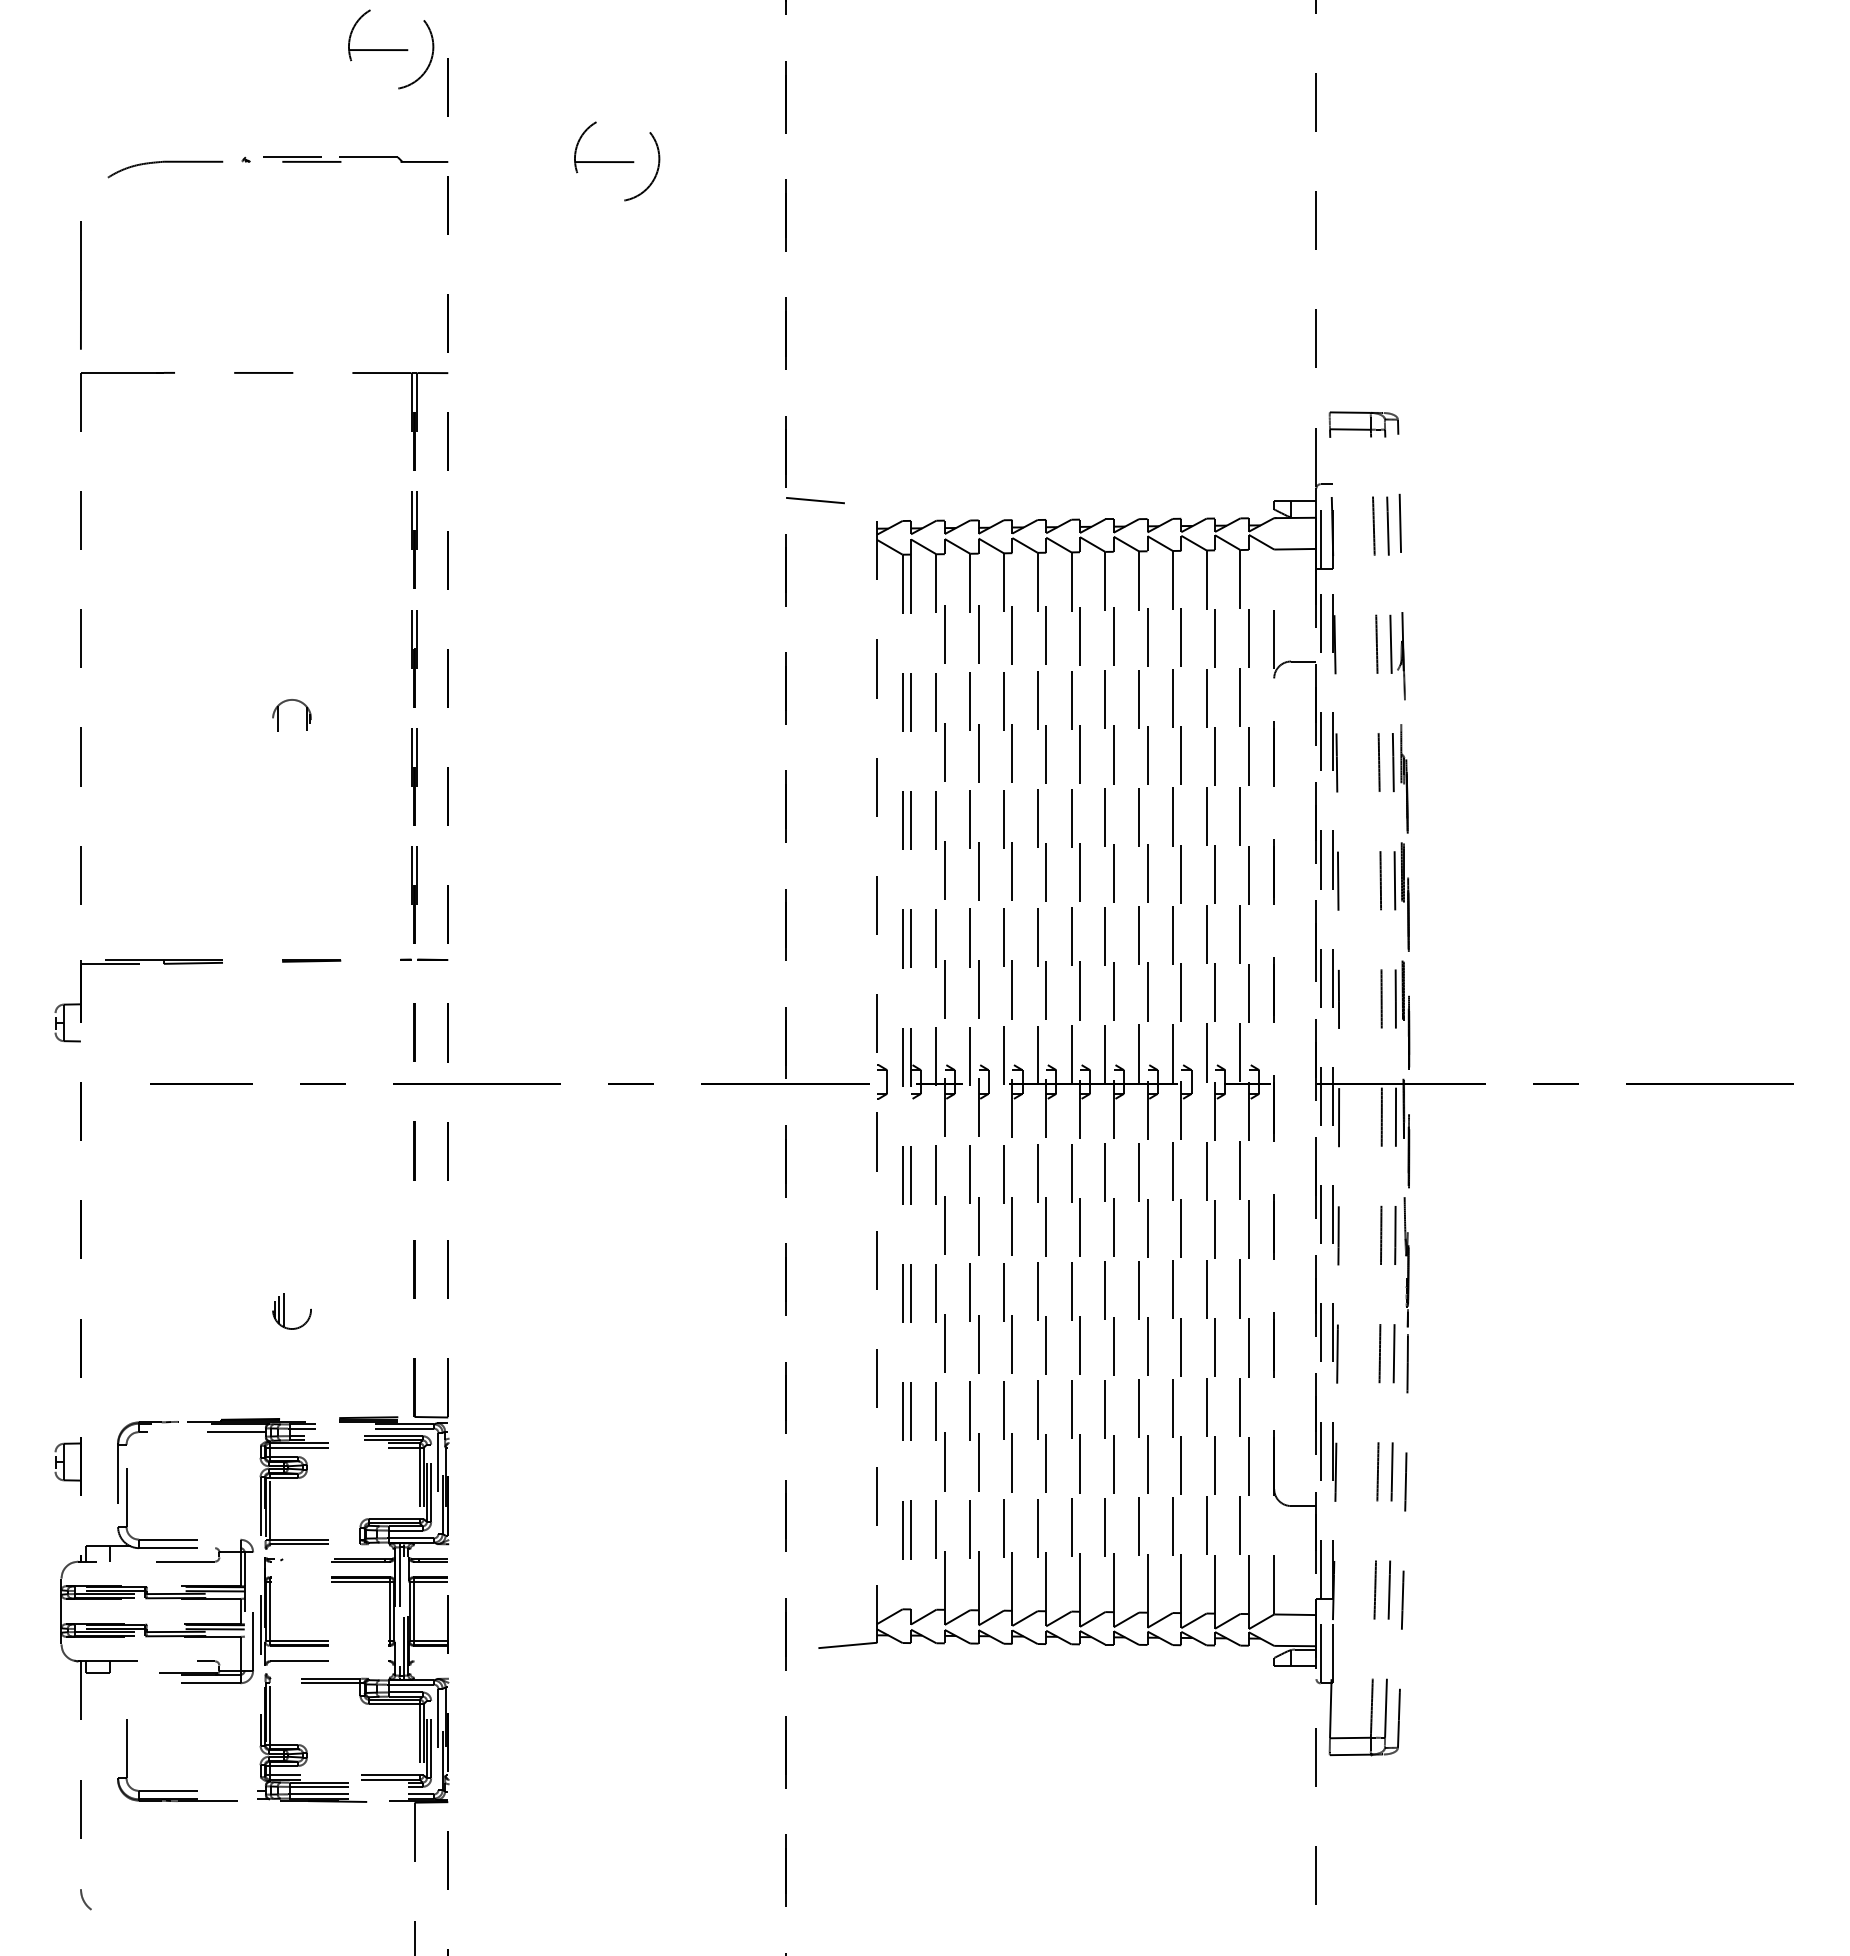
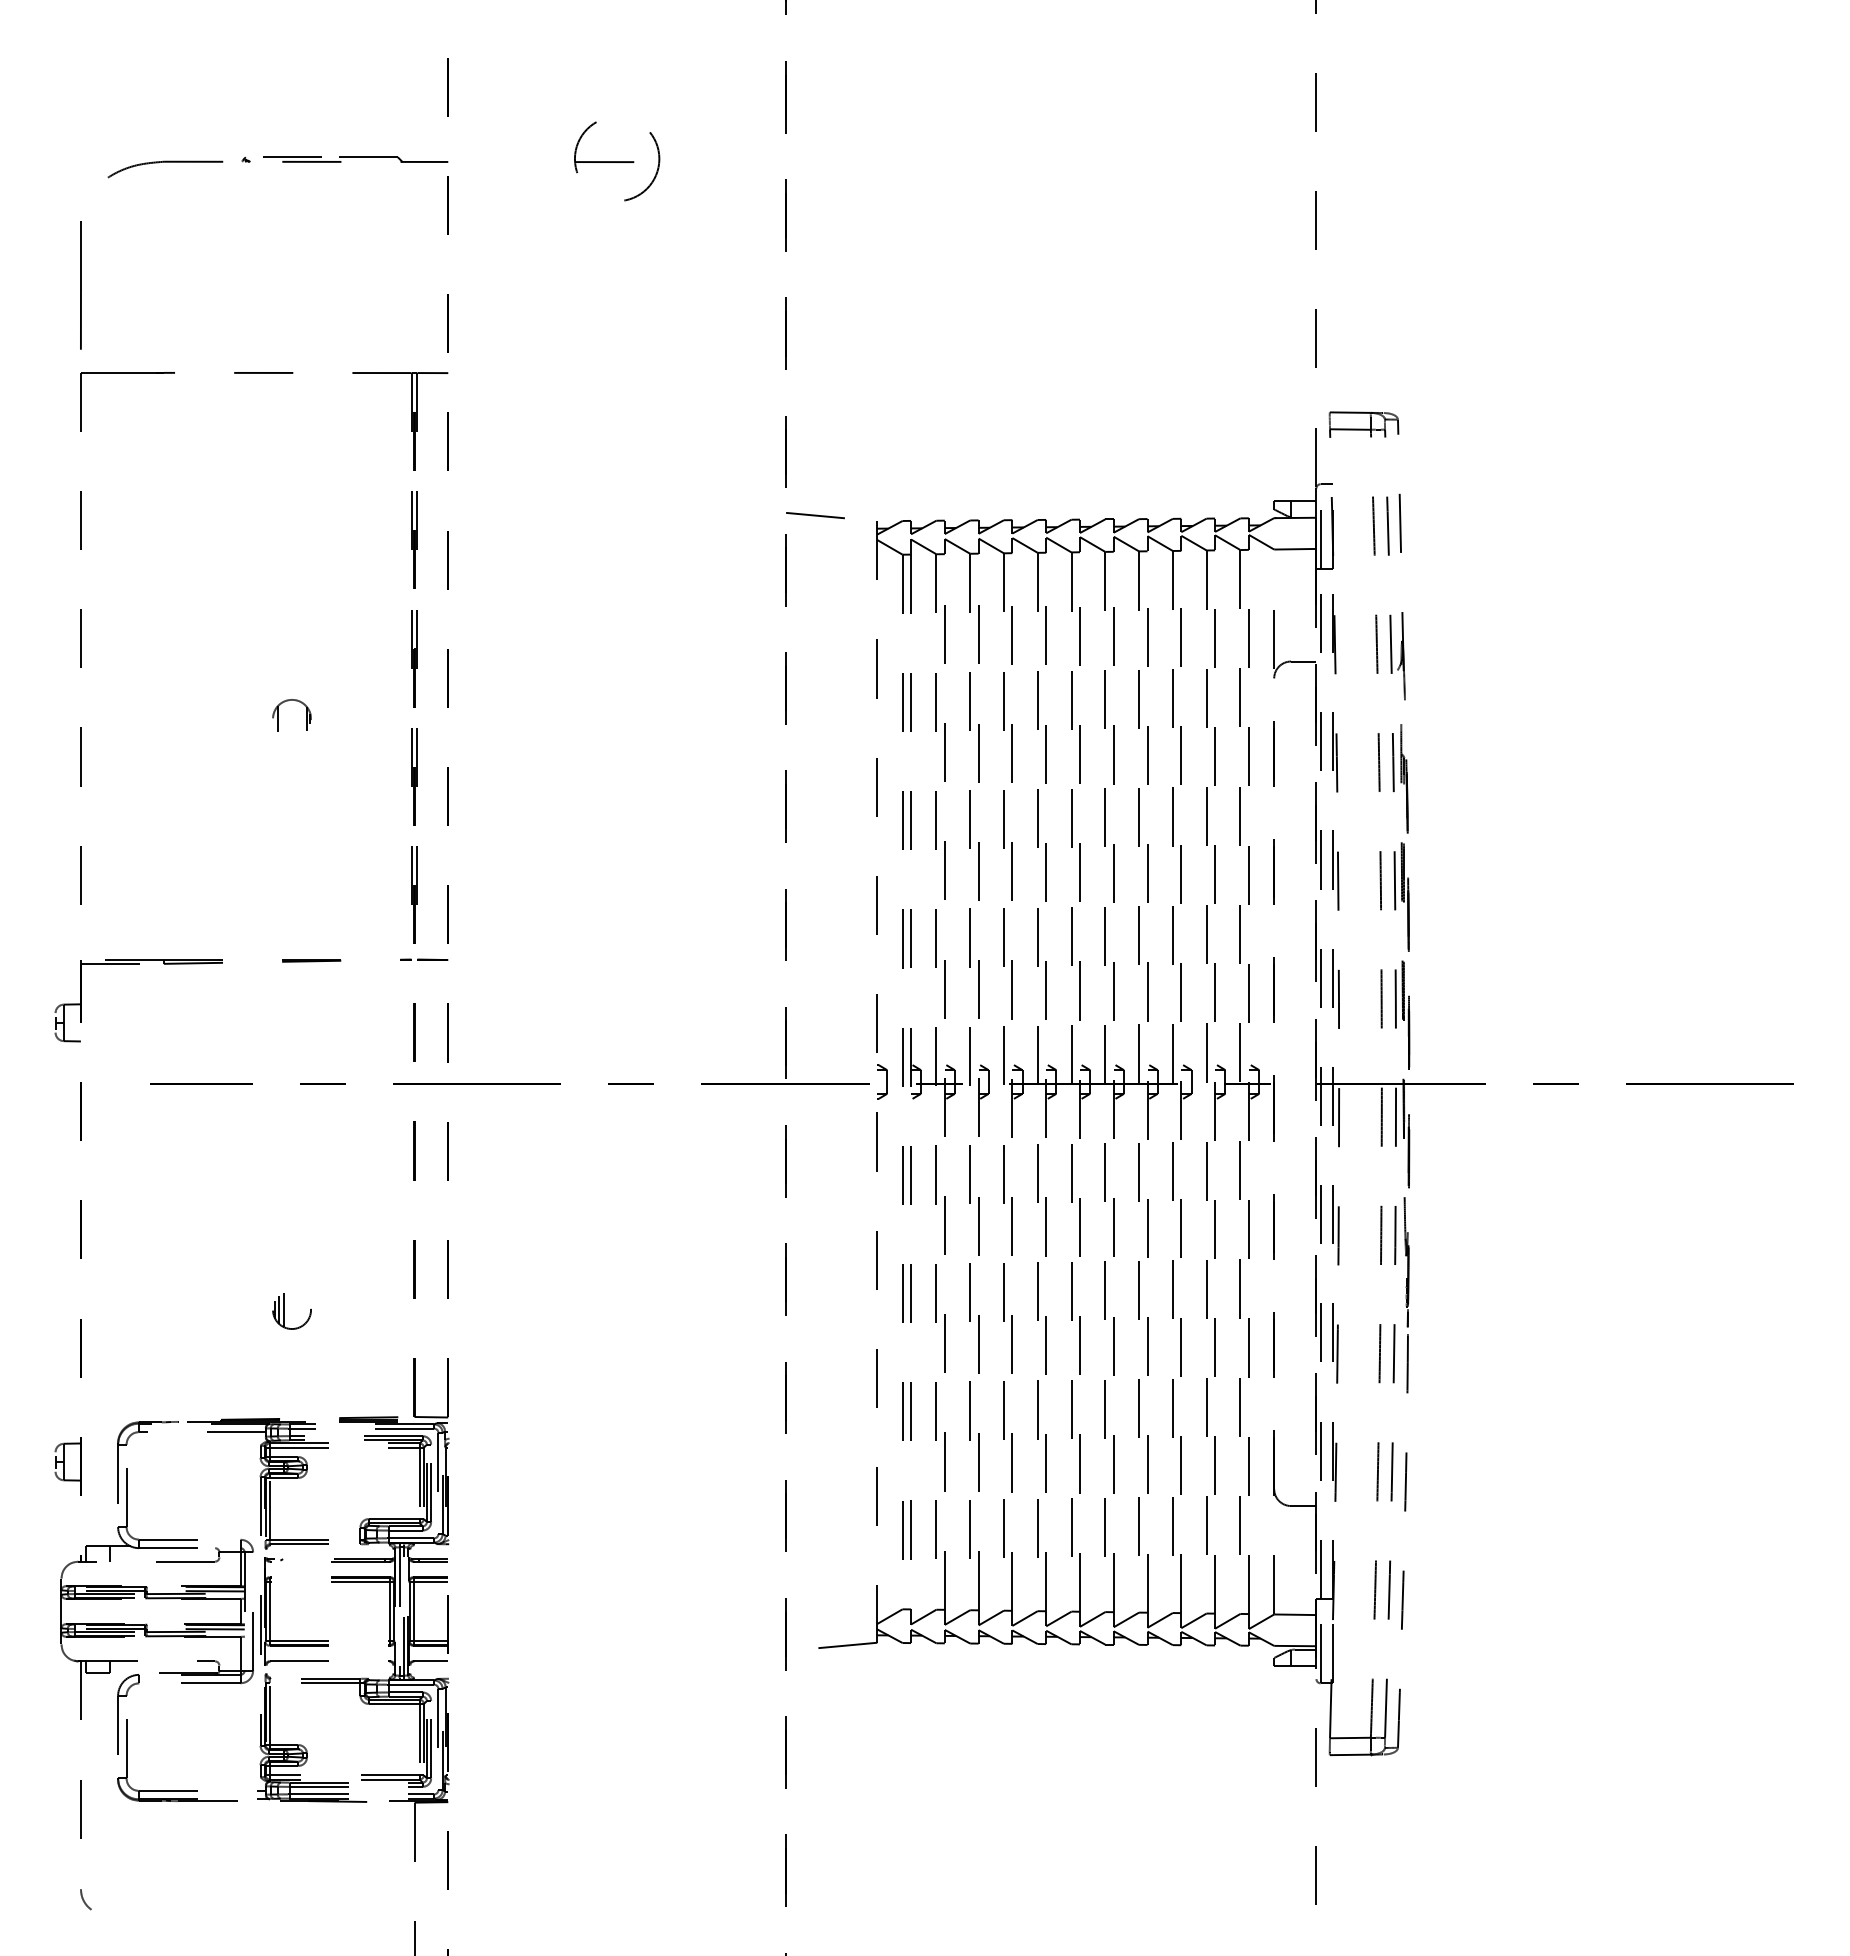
part at (391, 49): present -> none
line at (815, 500) position: (815, 500) -> (815, 515)
line at (430, 1661): none -> present
part at (118, 1714): none -> present
